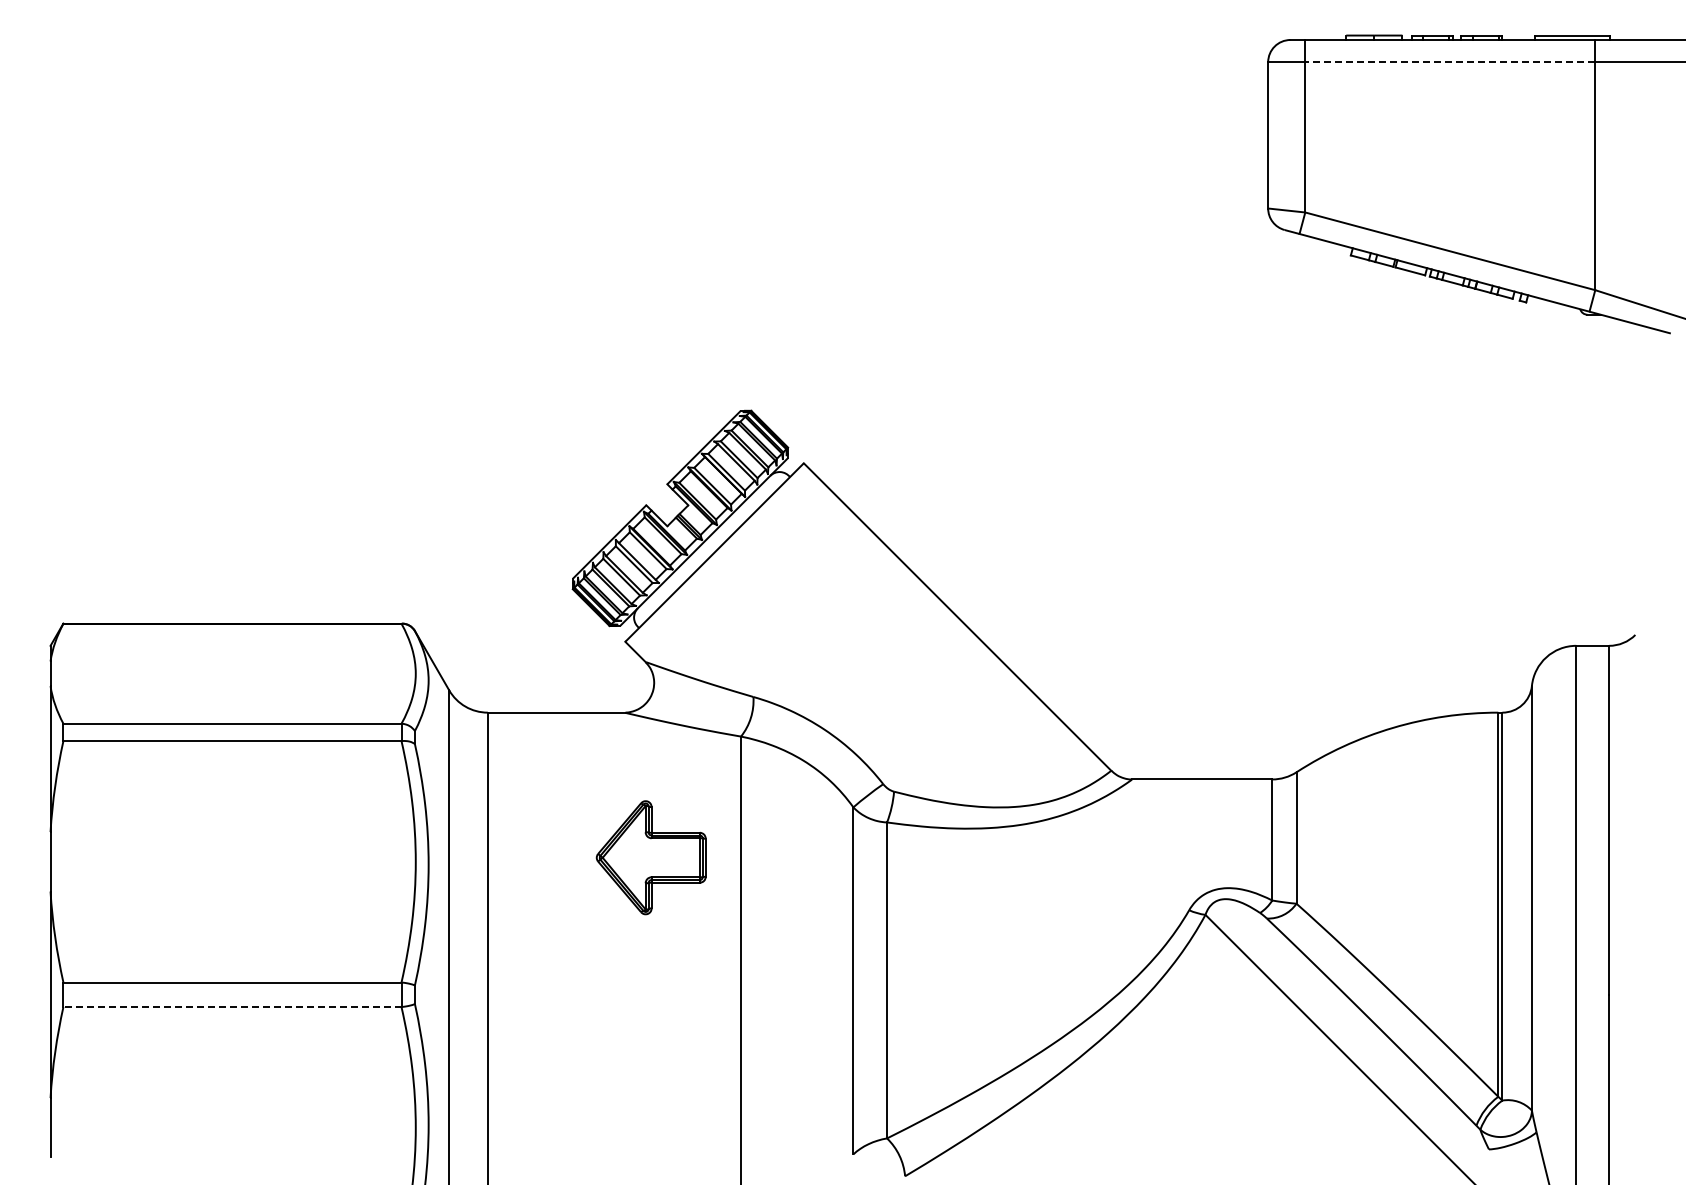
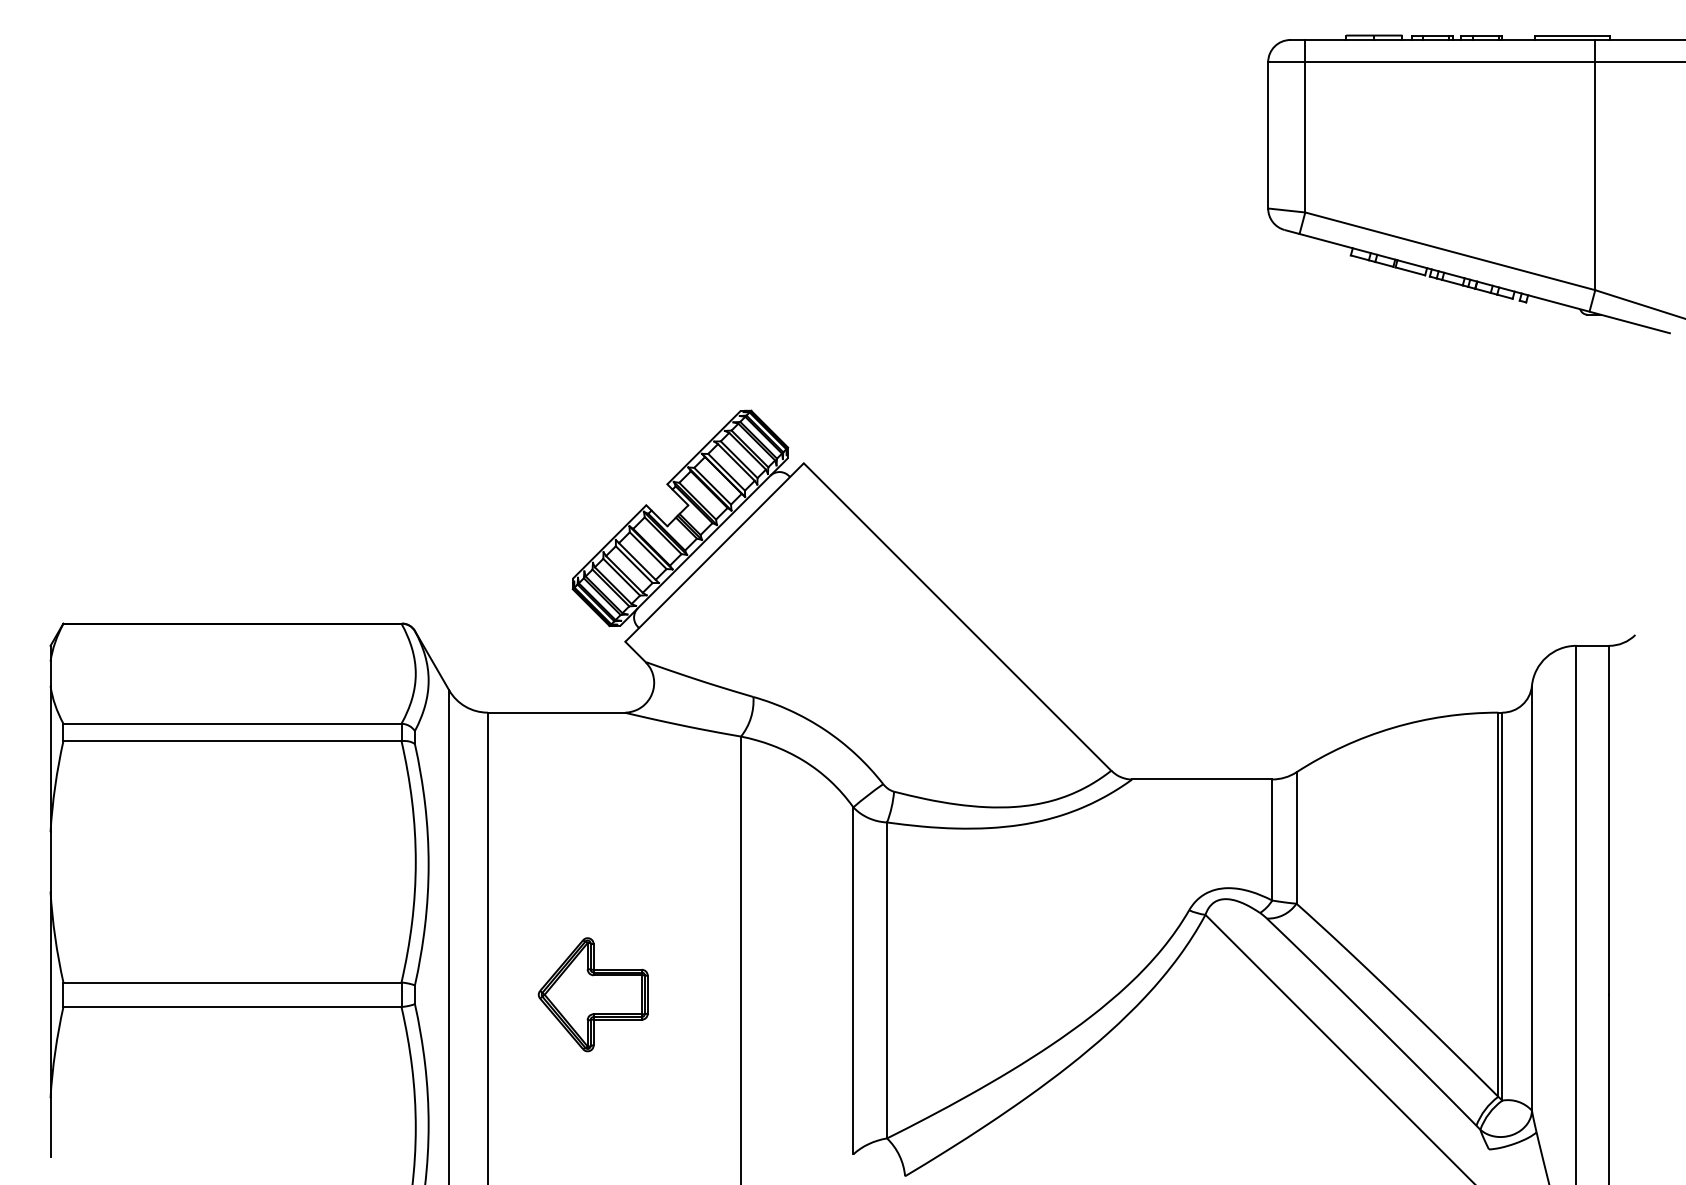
line at (1450, 62): dashed -> solid
part at (650, 857) position: (650, 857) -> (592, 994)
line at (231, 1007): dashed -> solid
